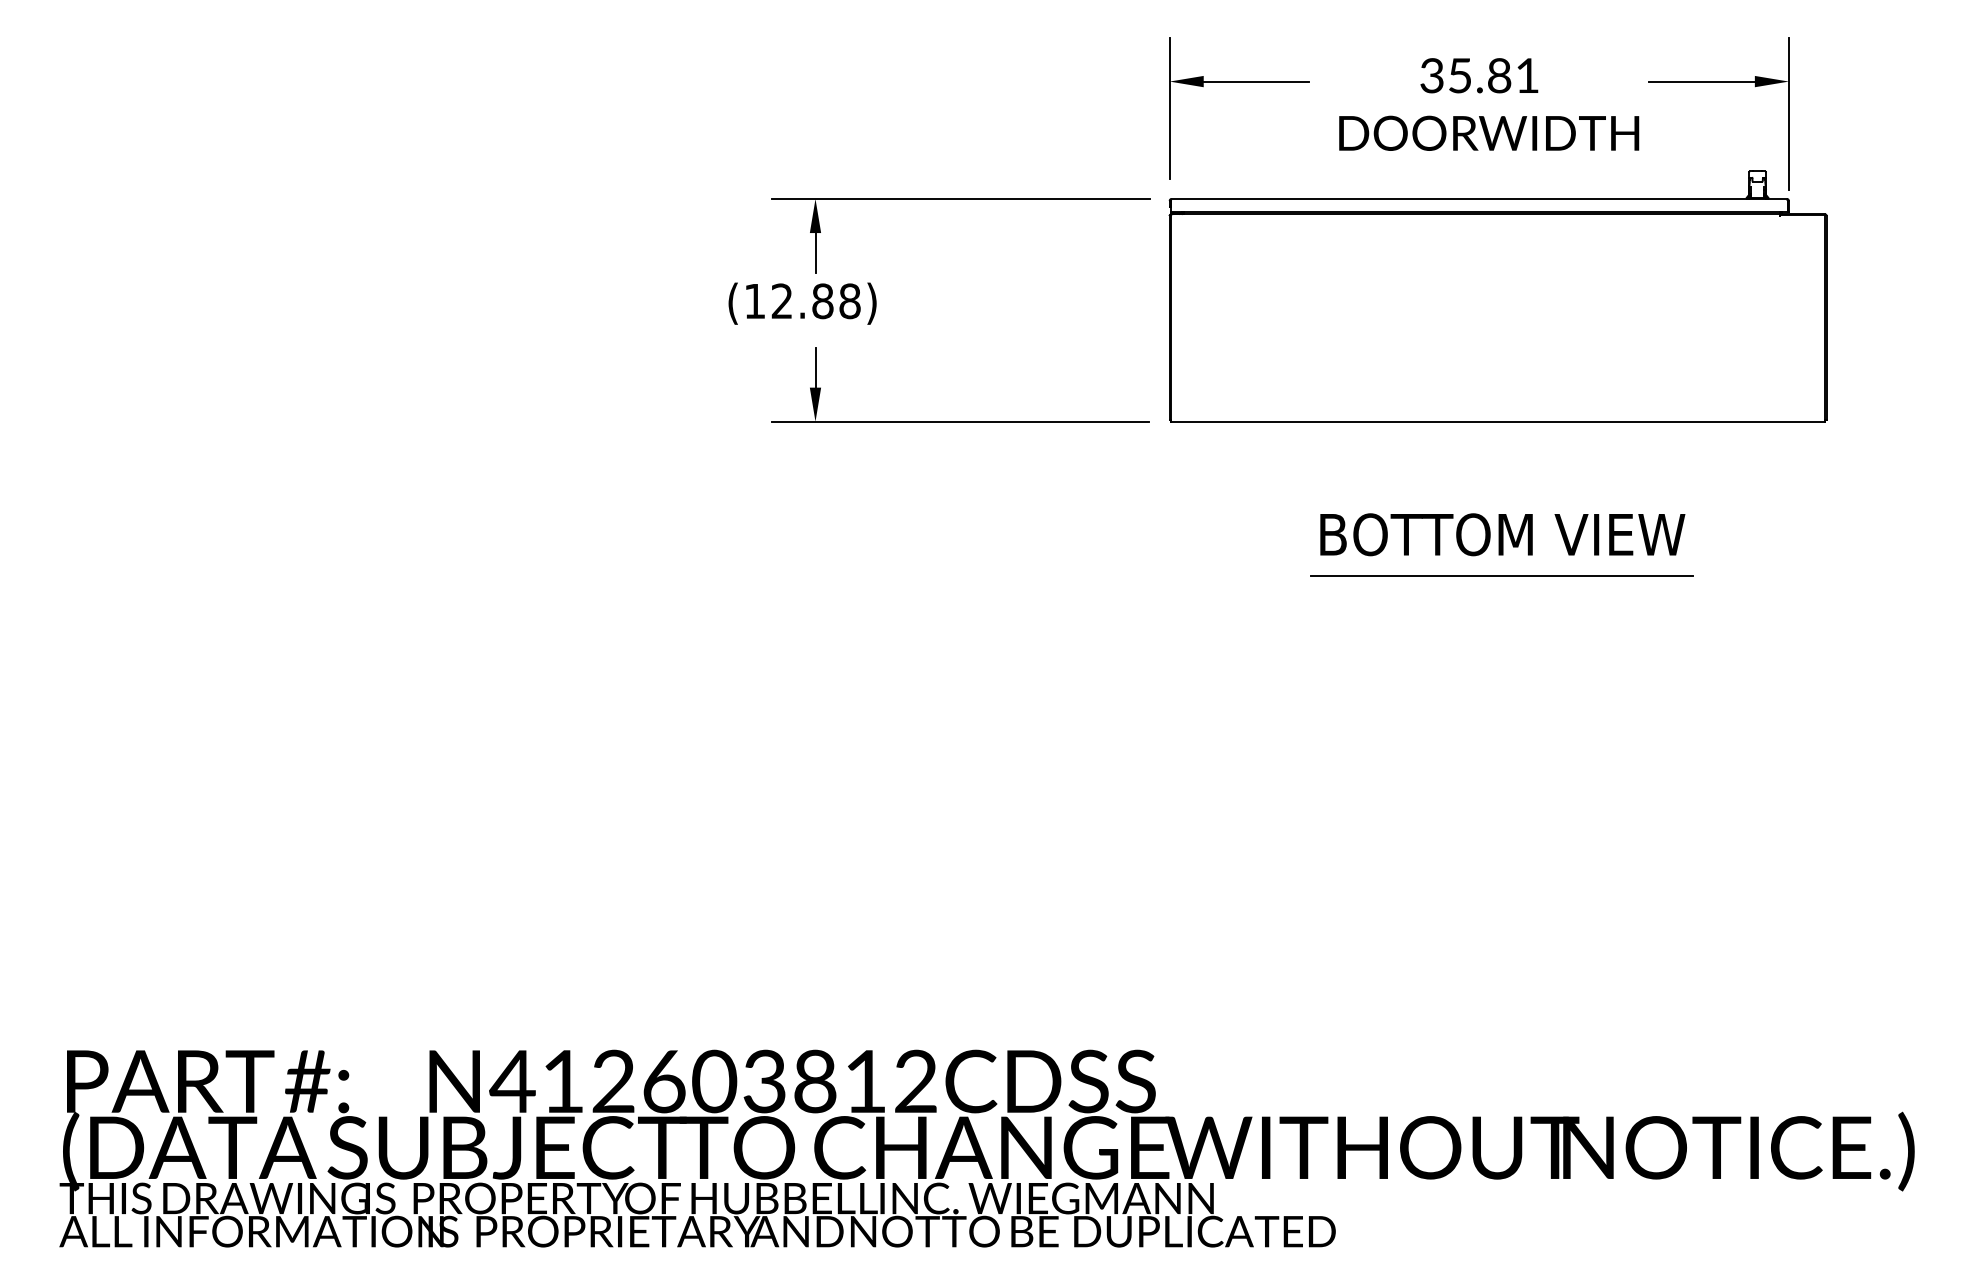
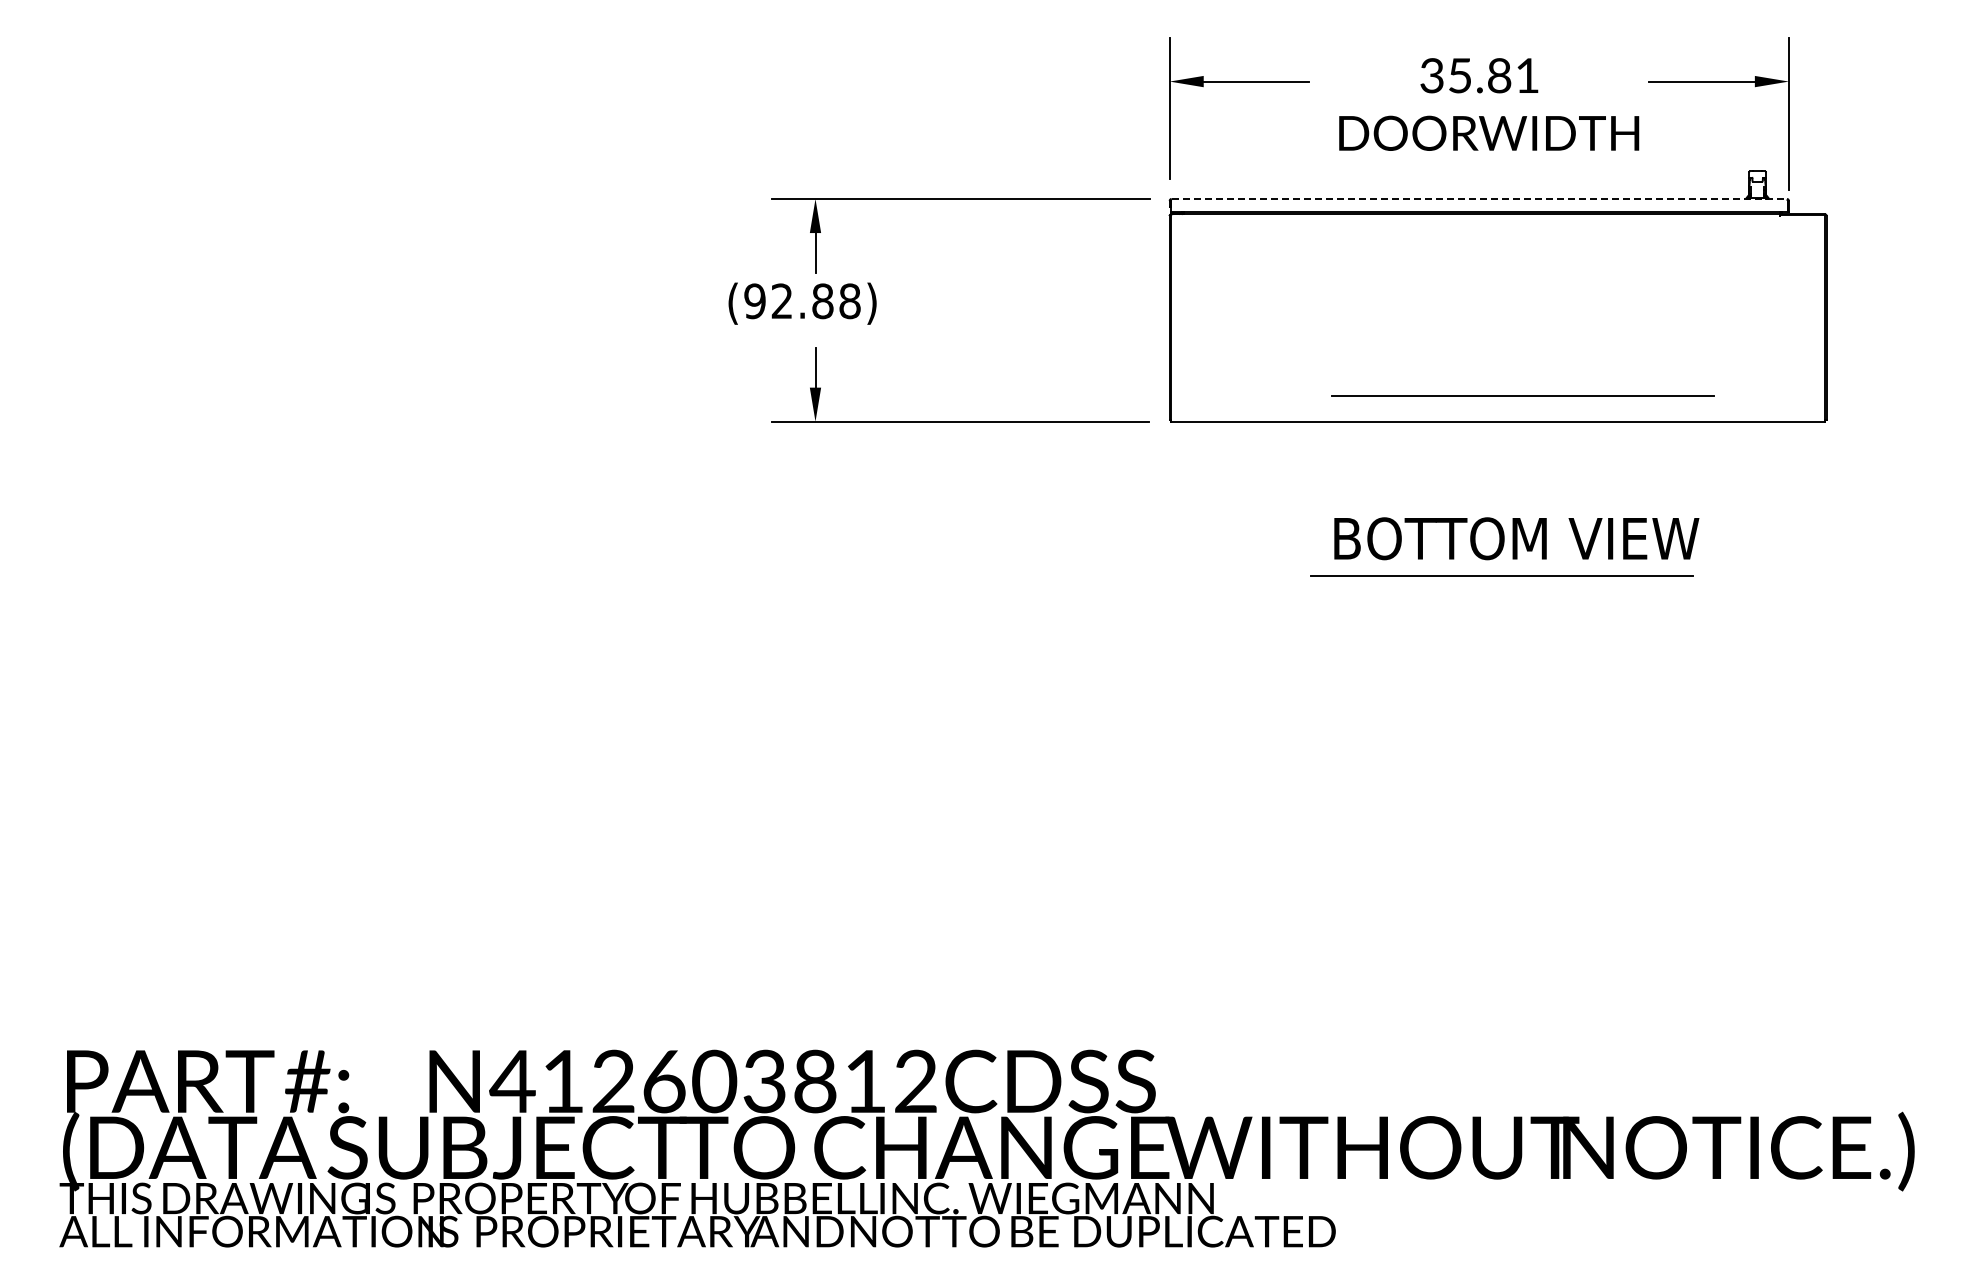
line at (1479, 199): solid -> dashed
text at (754, 301): (12.88) -> (92.88)
line at (1522, 395): none -> present
text at (1502, 534) position: (1502, 534) -> (1516, 538)
